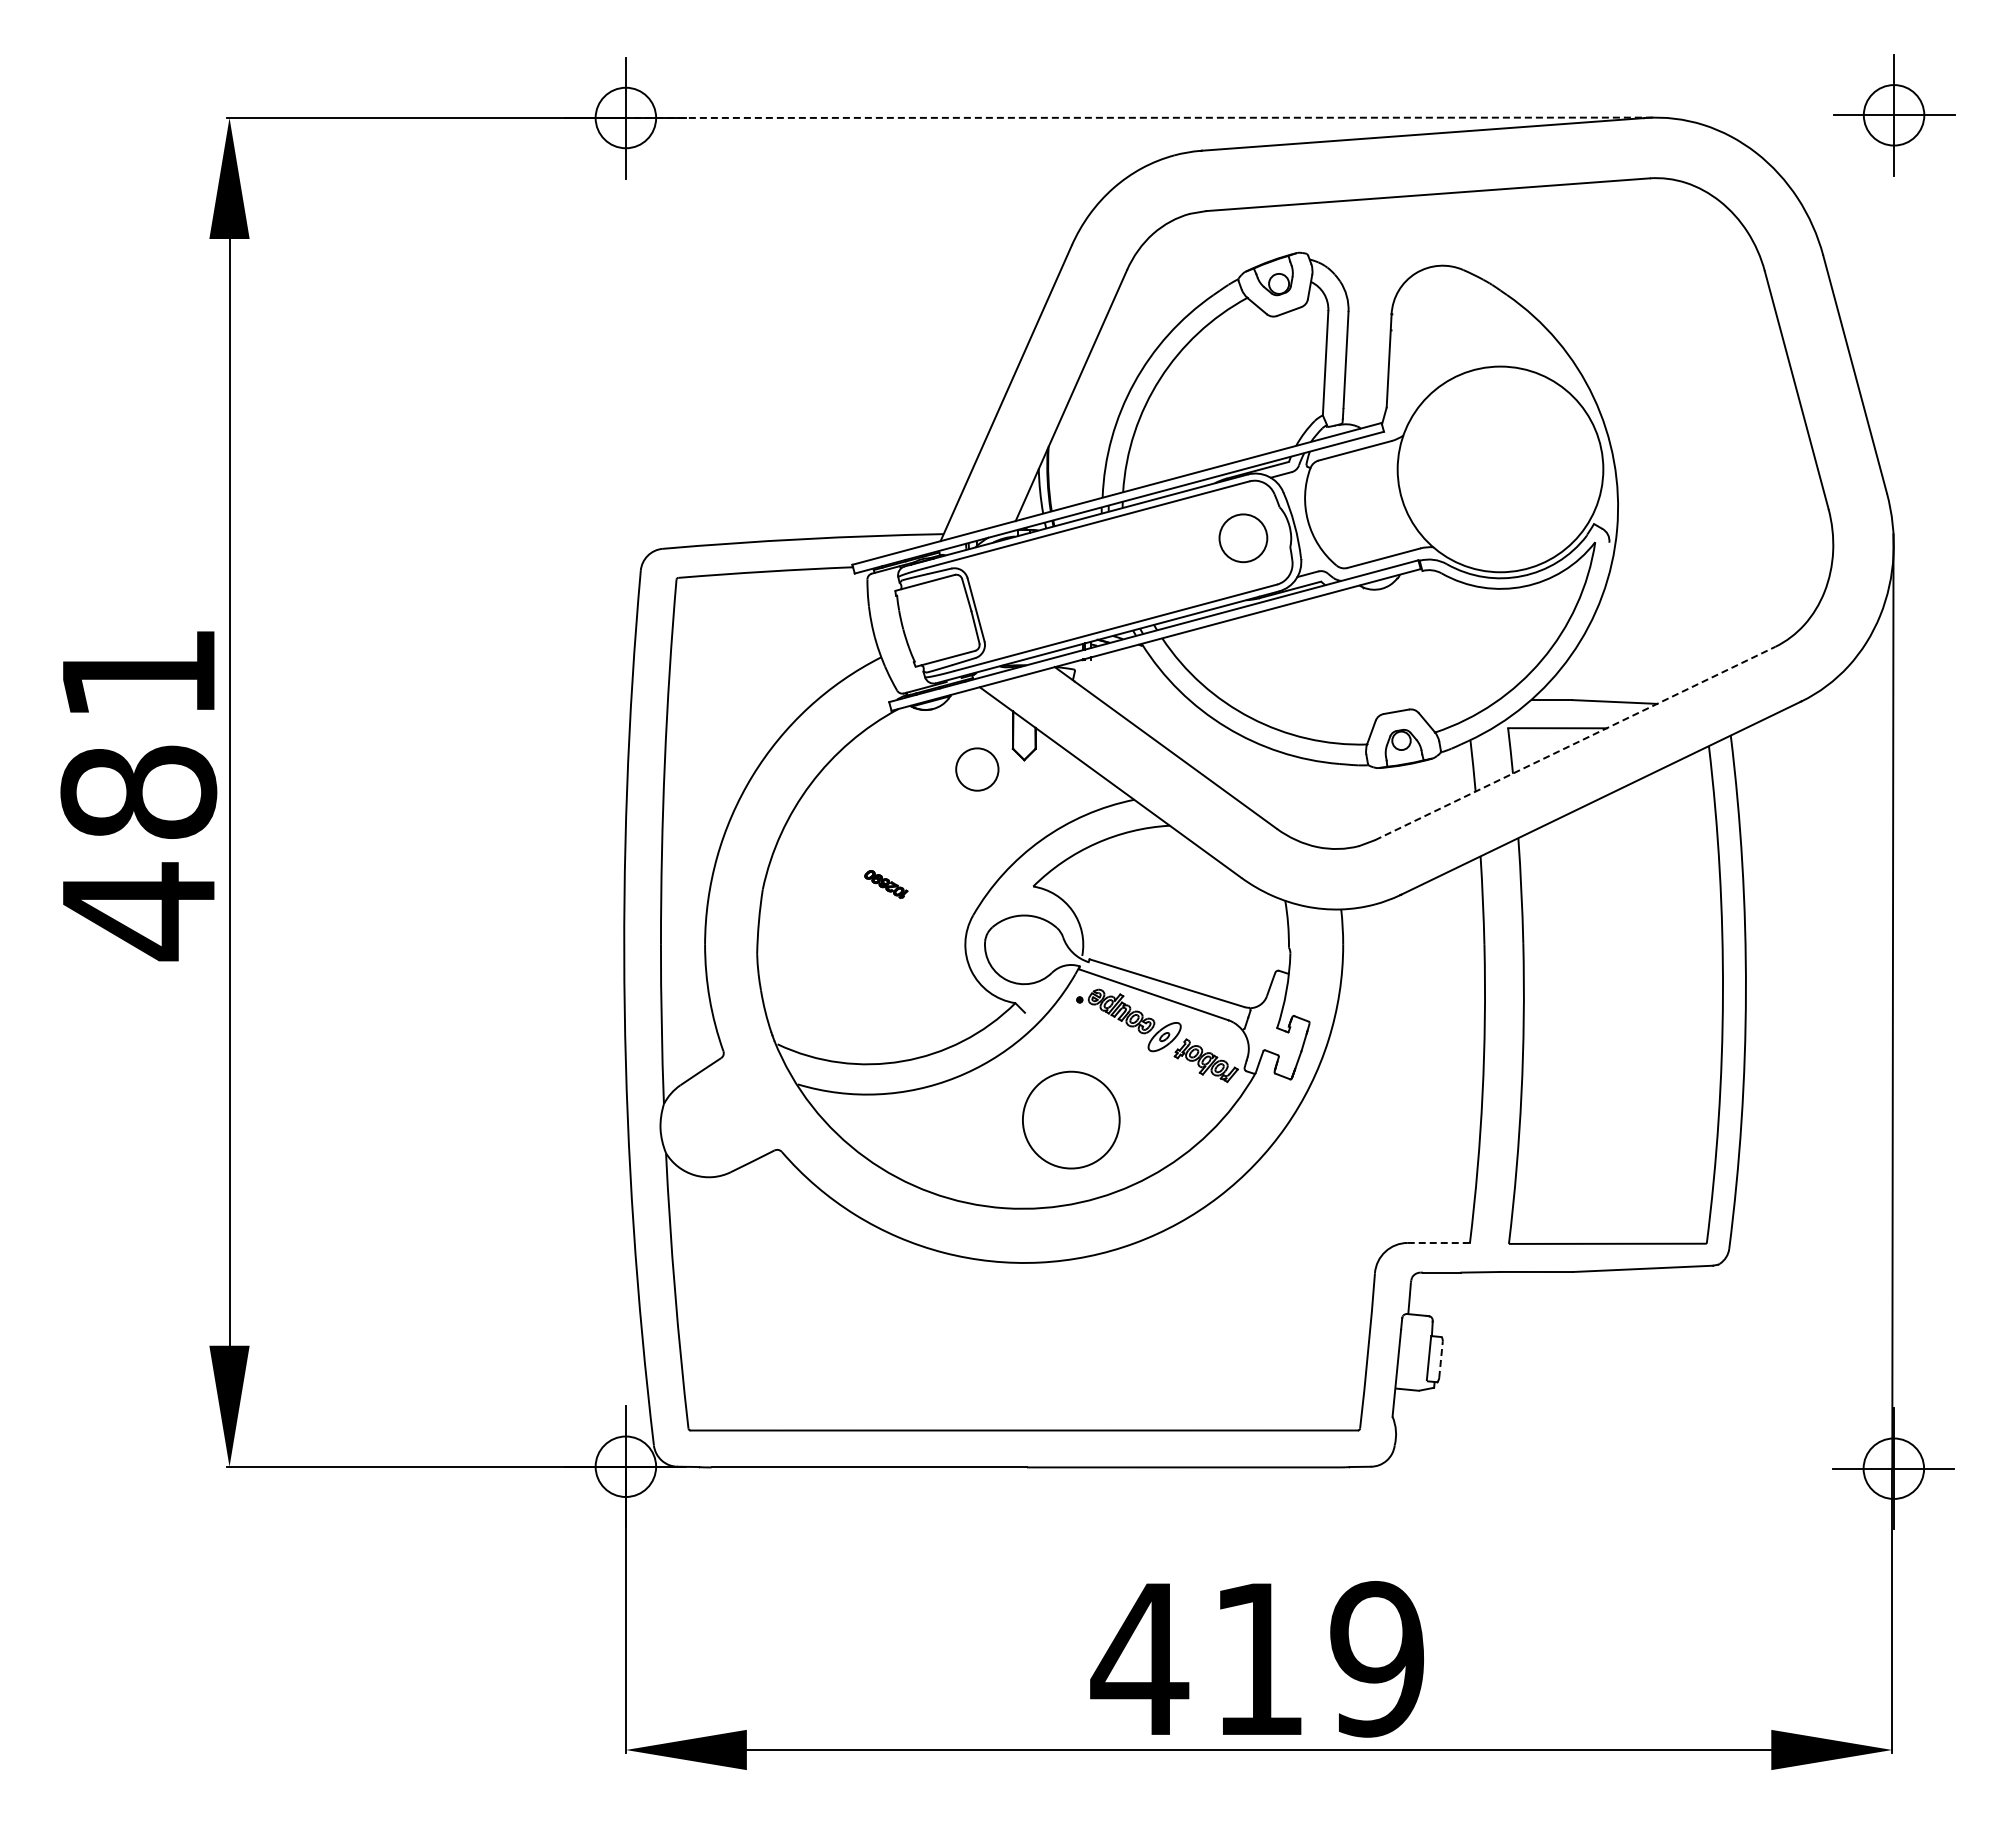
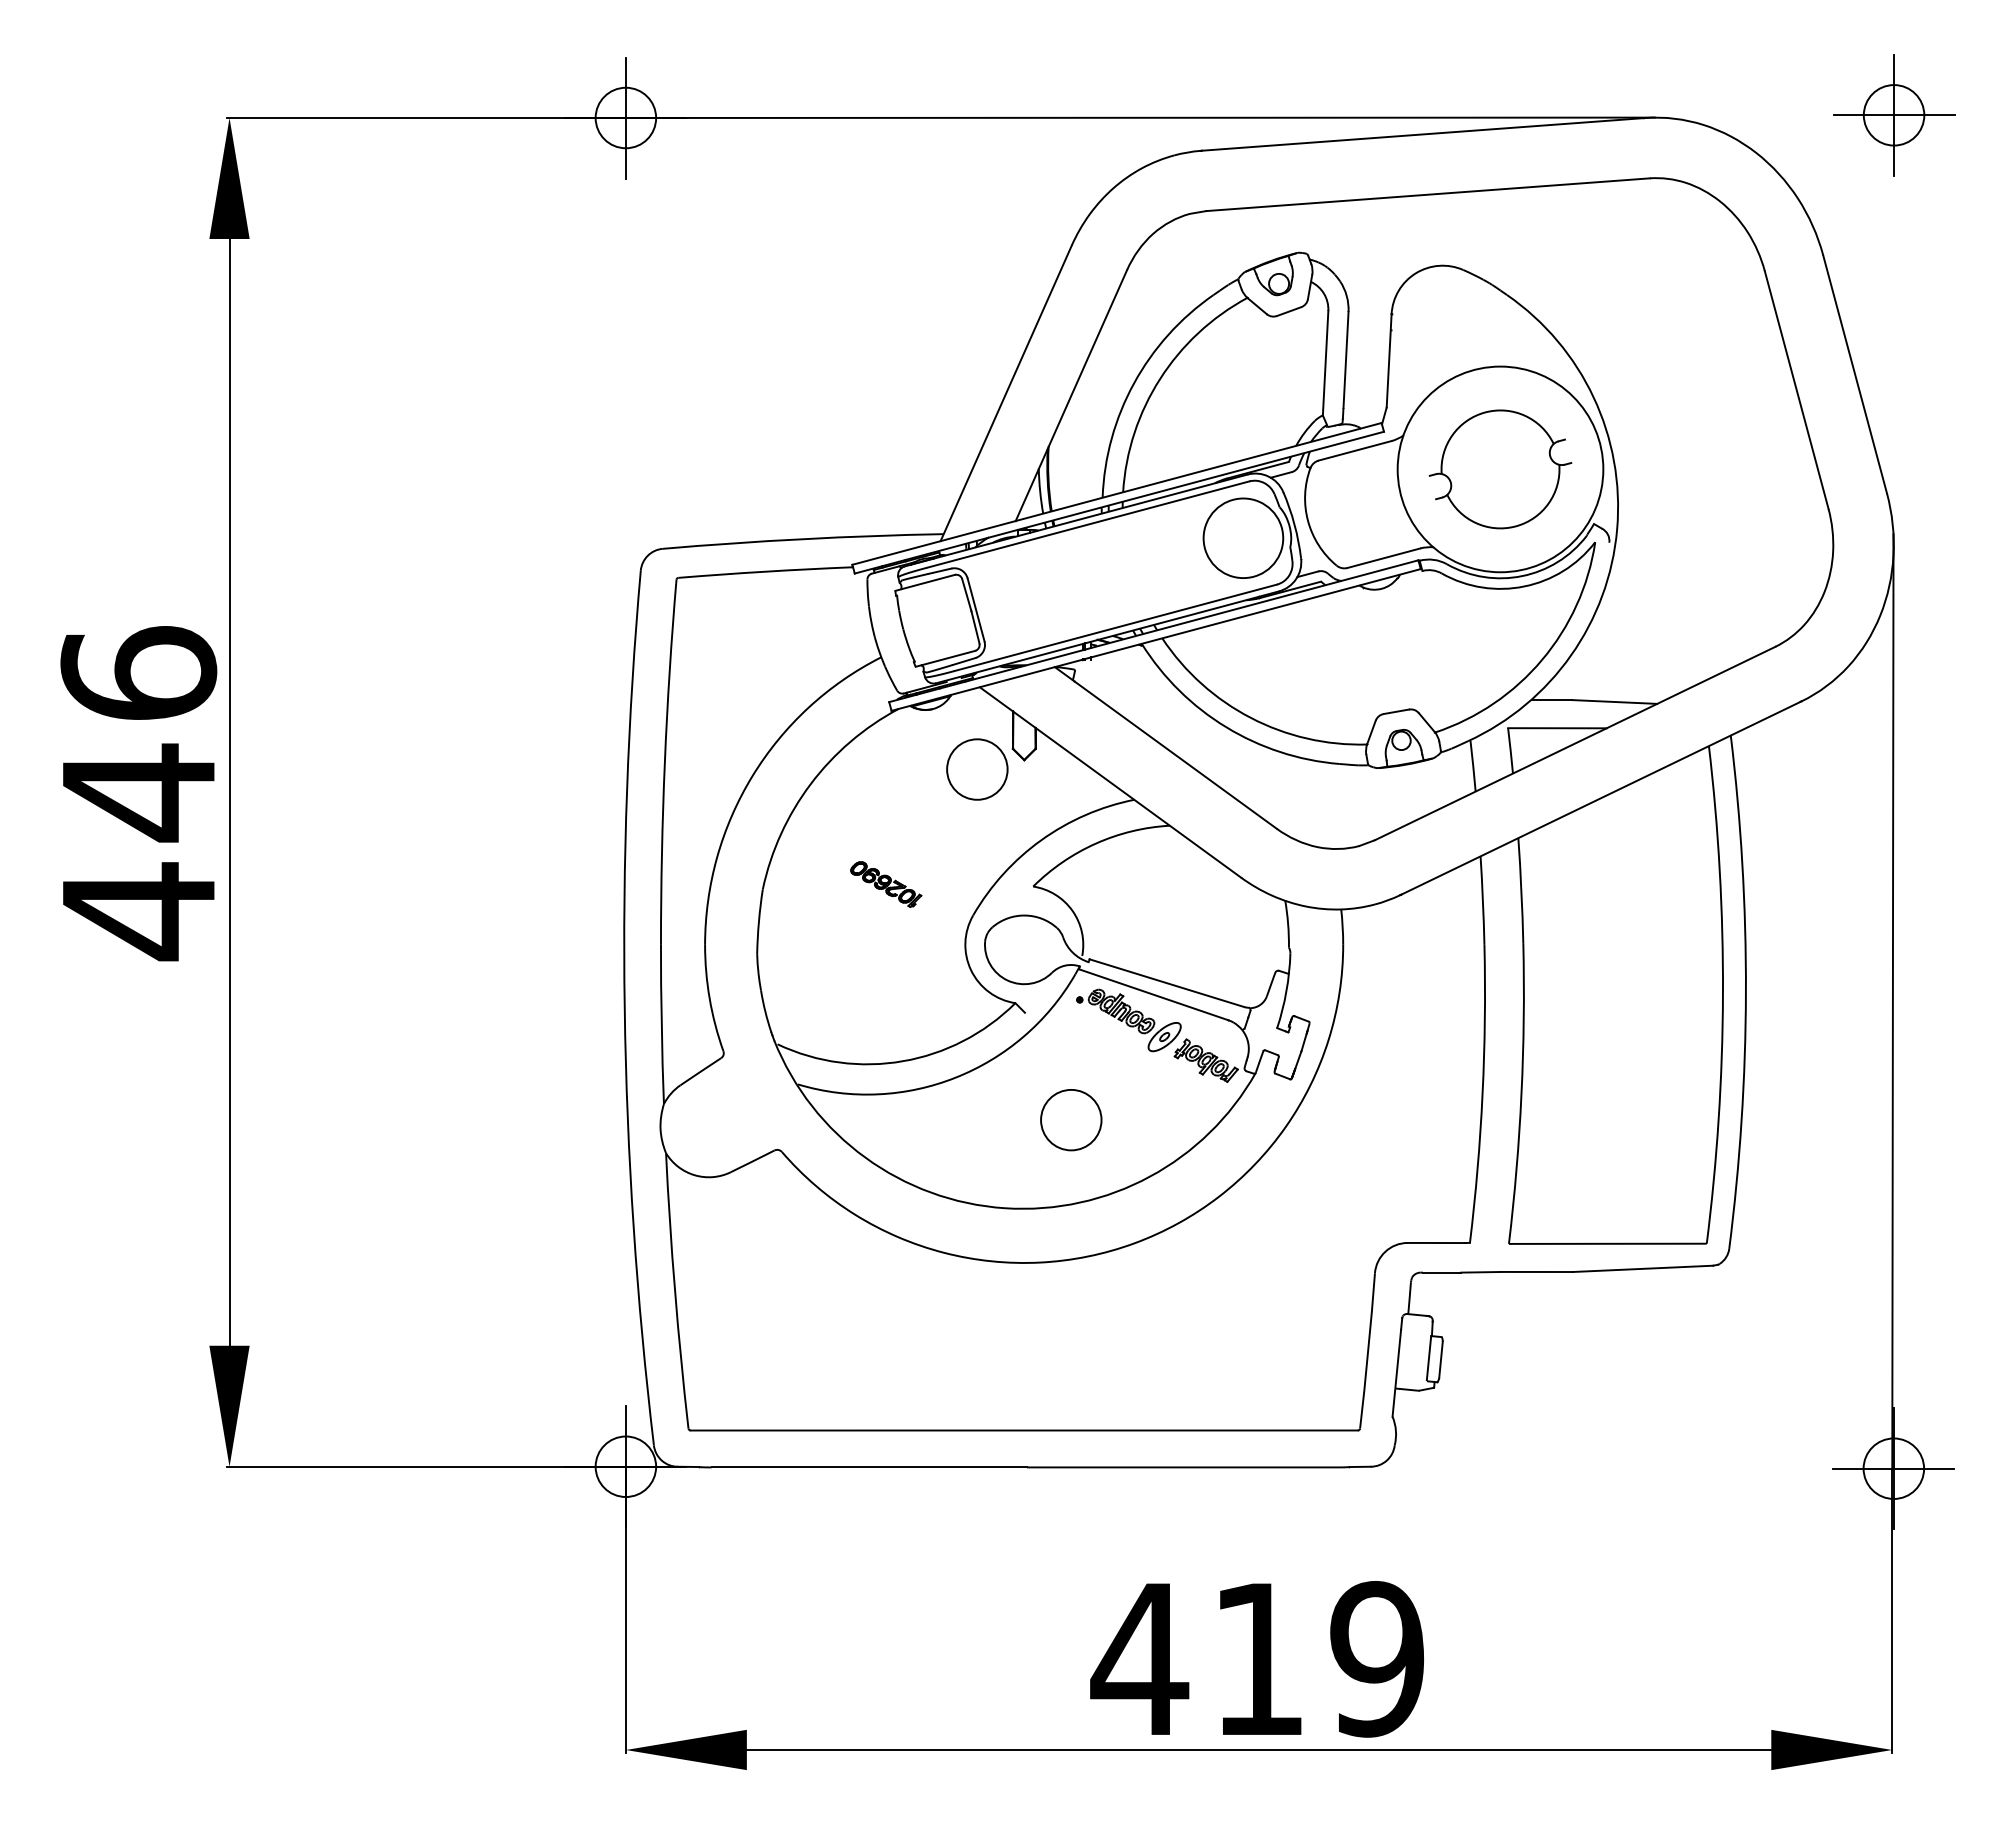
line at (1138, 117): dashed -> solid
part at (1500, 469): none -> present
circle at (1243, 538) diameter: 48 px -> 80 px
text at (138, 734): 481 -> 446
line at (1575, 743): dashed -> solid
circle at (977, 769) diameter: 42 px -> 60 px
part at (886, 884) size: 45x29 px -> 73x47 px
circle at (1070, 1119) diameter: 97 px -> 60 px
line at (1436, 1243): dashed -> solid
line at (1441, 1359): dashed -> solid
